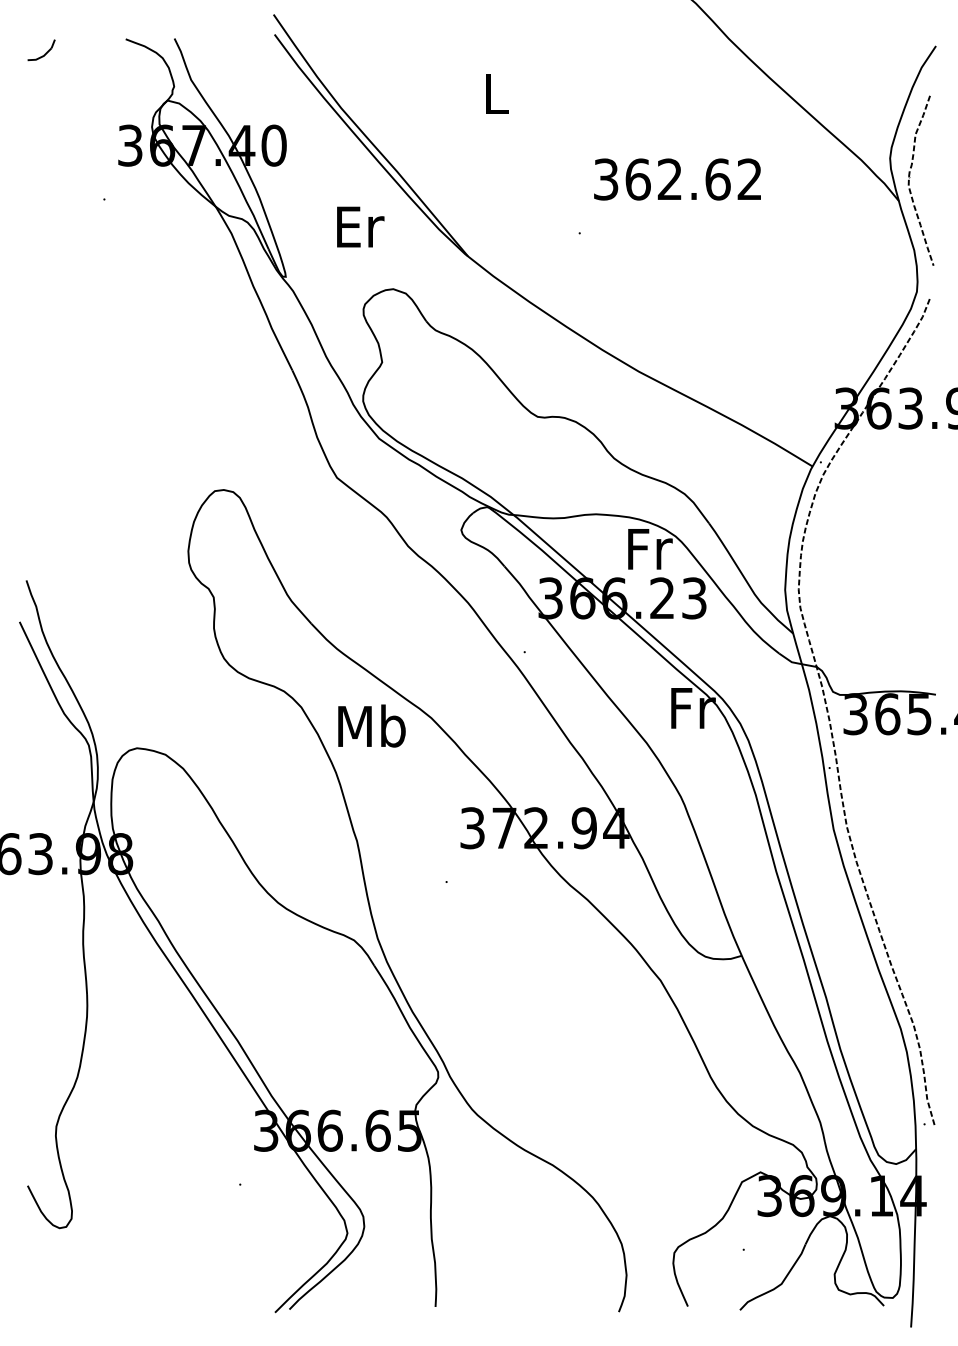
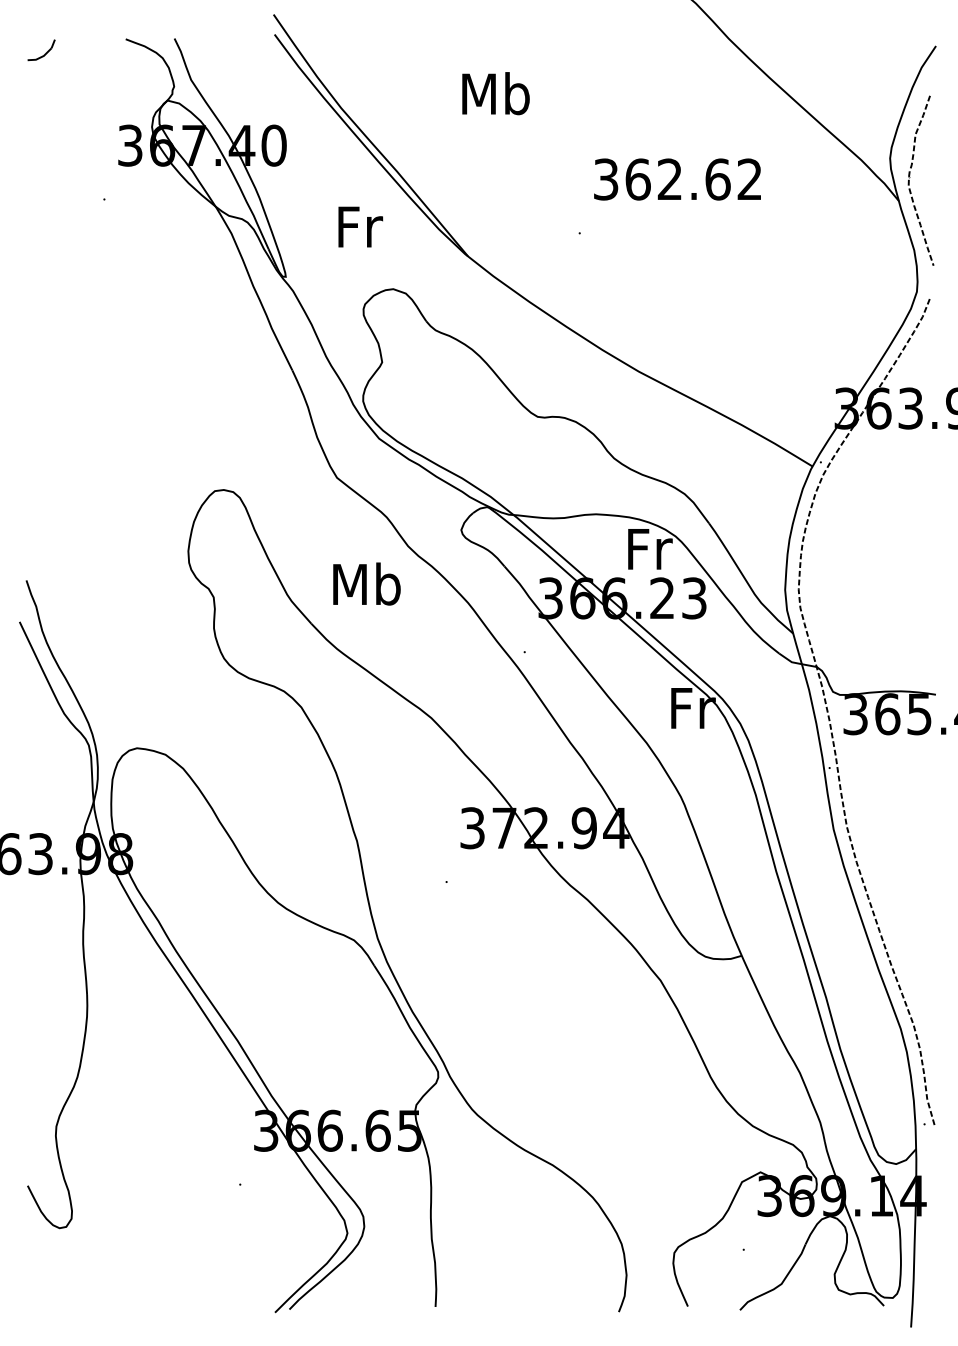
text at (495, 93): L -> Mb
text at (360, 226): Er -> Fr
text at (371, 725) position: (371, 725) -> (366, 583)
